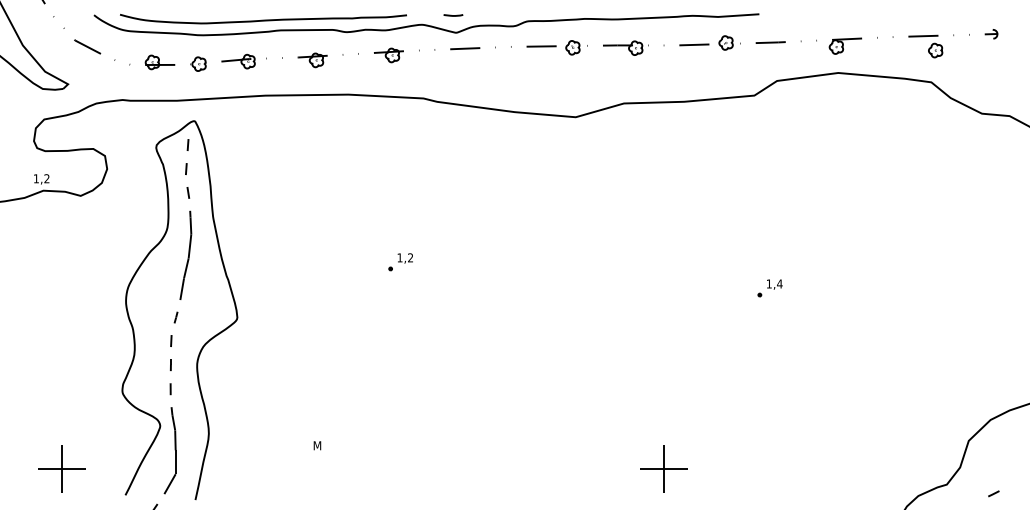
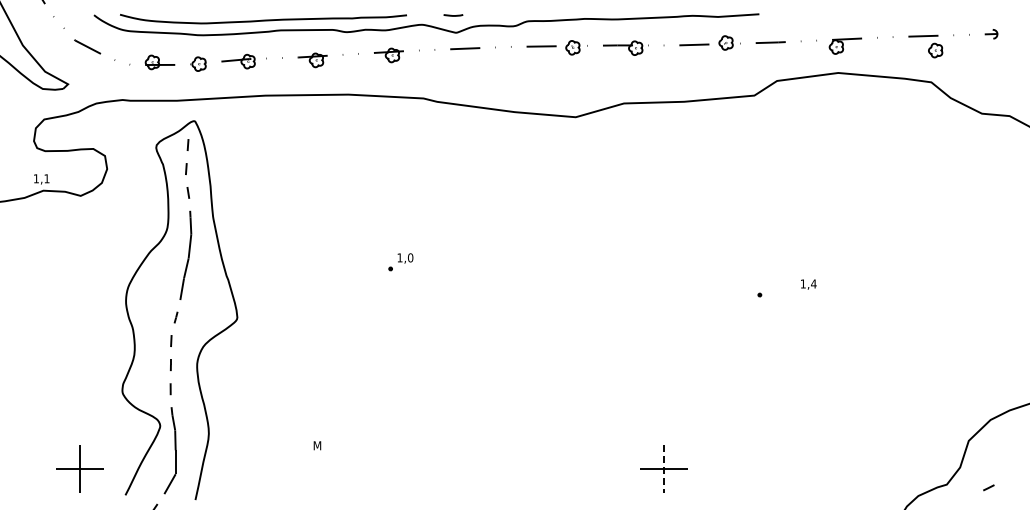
text at (46, 178): 1,2 -> 1,1
text at (410, 257): 1,2 -> 1,0
text at (774, 284) position: (774, 284) -> (808, 284)
part at (61, 468) position: (61, 468) -> (79, 468)
line at (663, 469): solid -> dashed
line at (993, 493) position: (993, 493) -> (988, 487)
